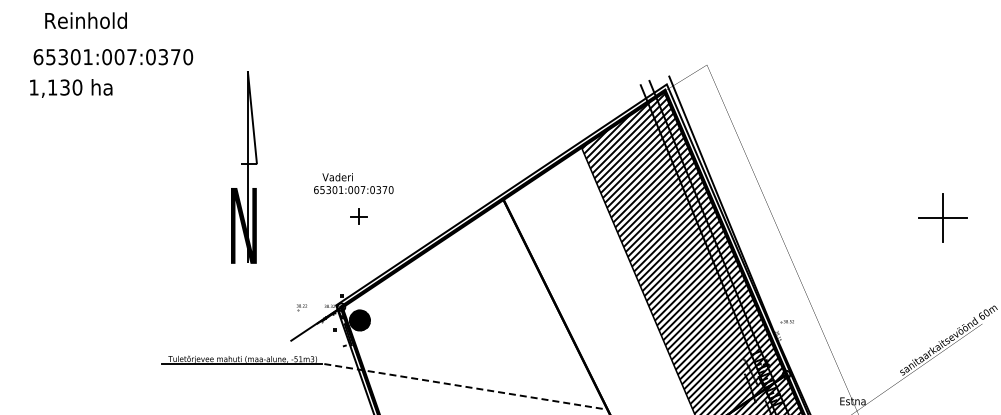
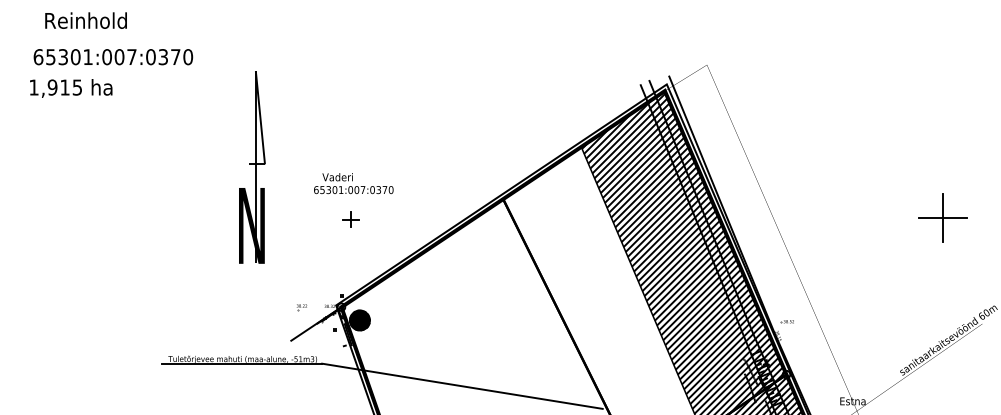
text at (64, 87): 1,130 -> 1,915
part at (244, 167) position: (244, 167) -> (252, 167)
part at (358, 216) position: (358, 216) -> (350, 219)
line at (461, 386): dashed -> solid
